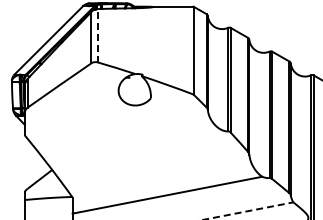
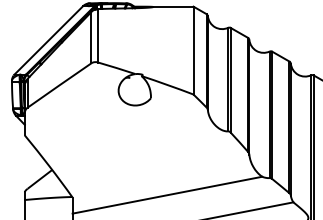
line at (98, 35): dashed -> solid
line at (248, 211): dashed -> solid
